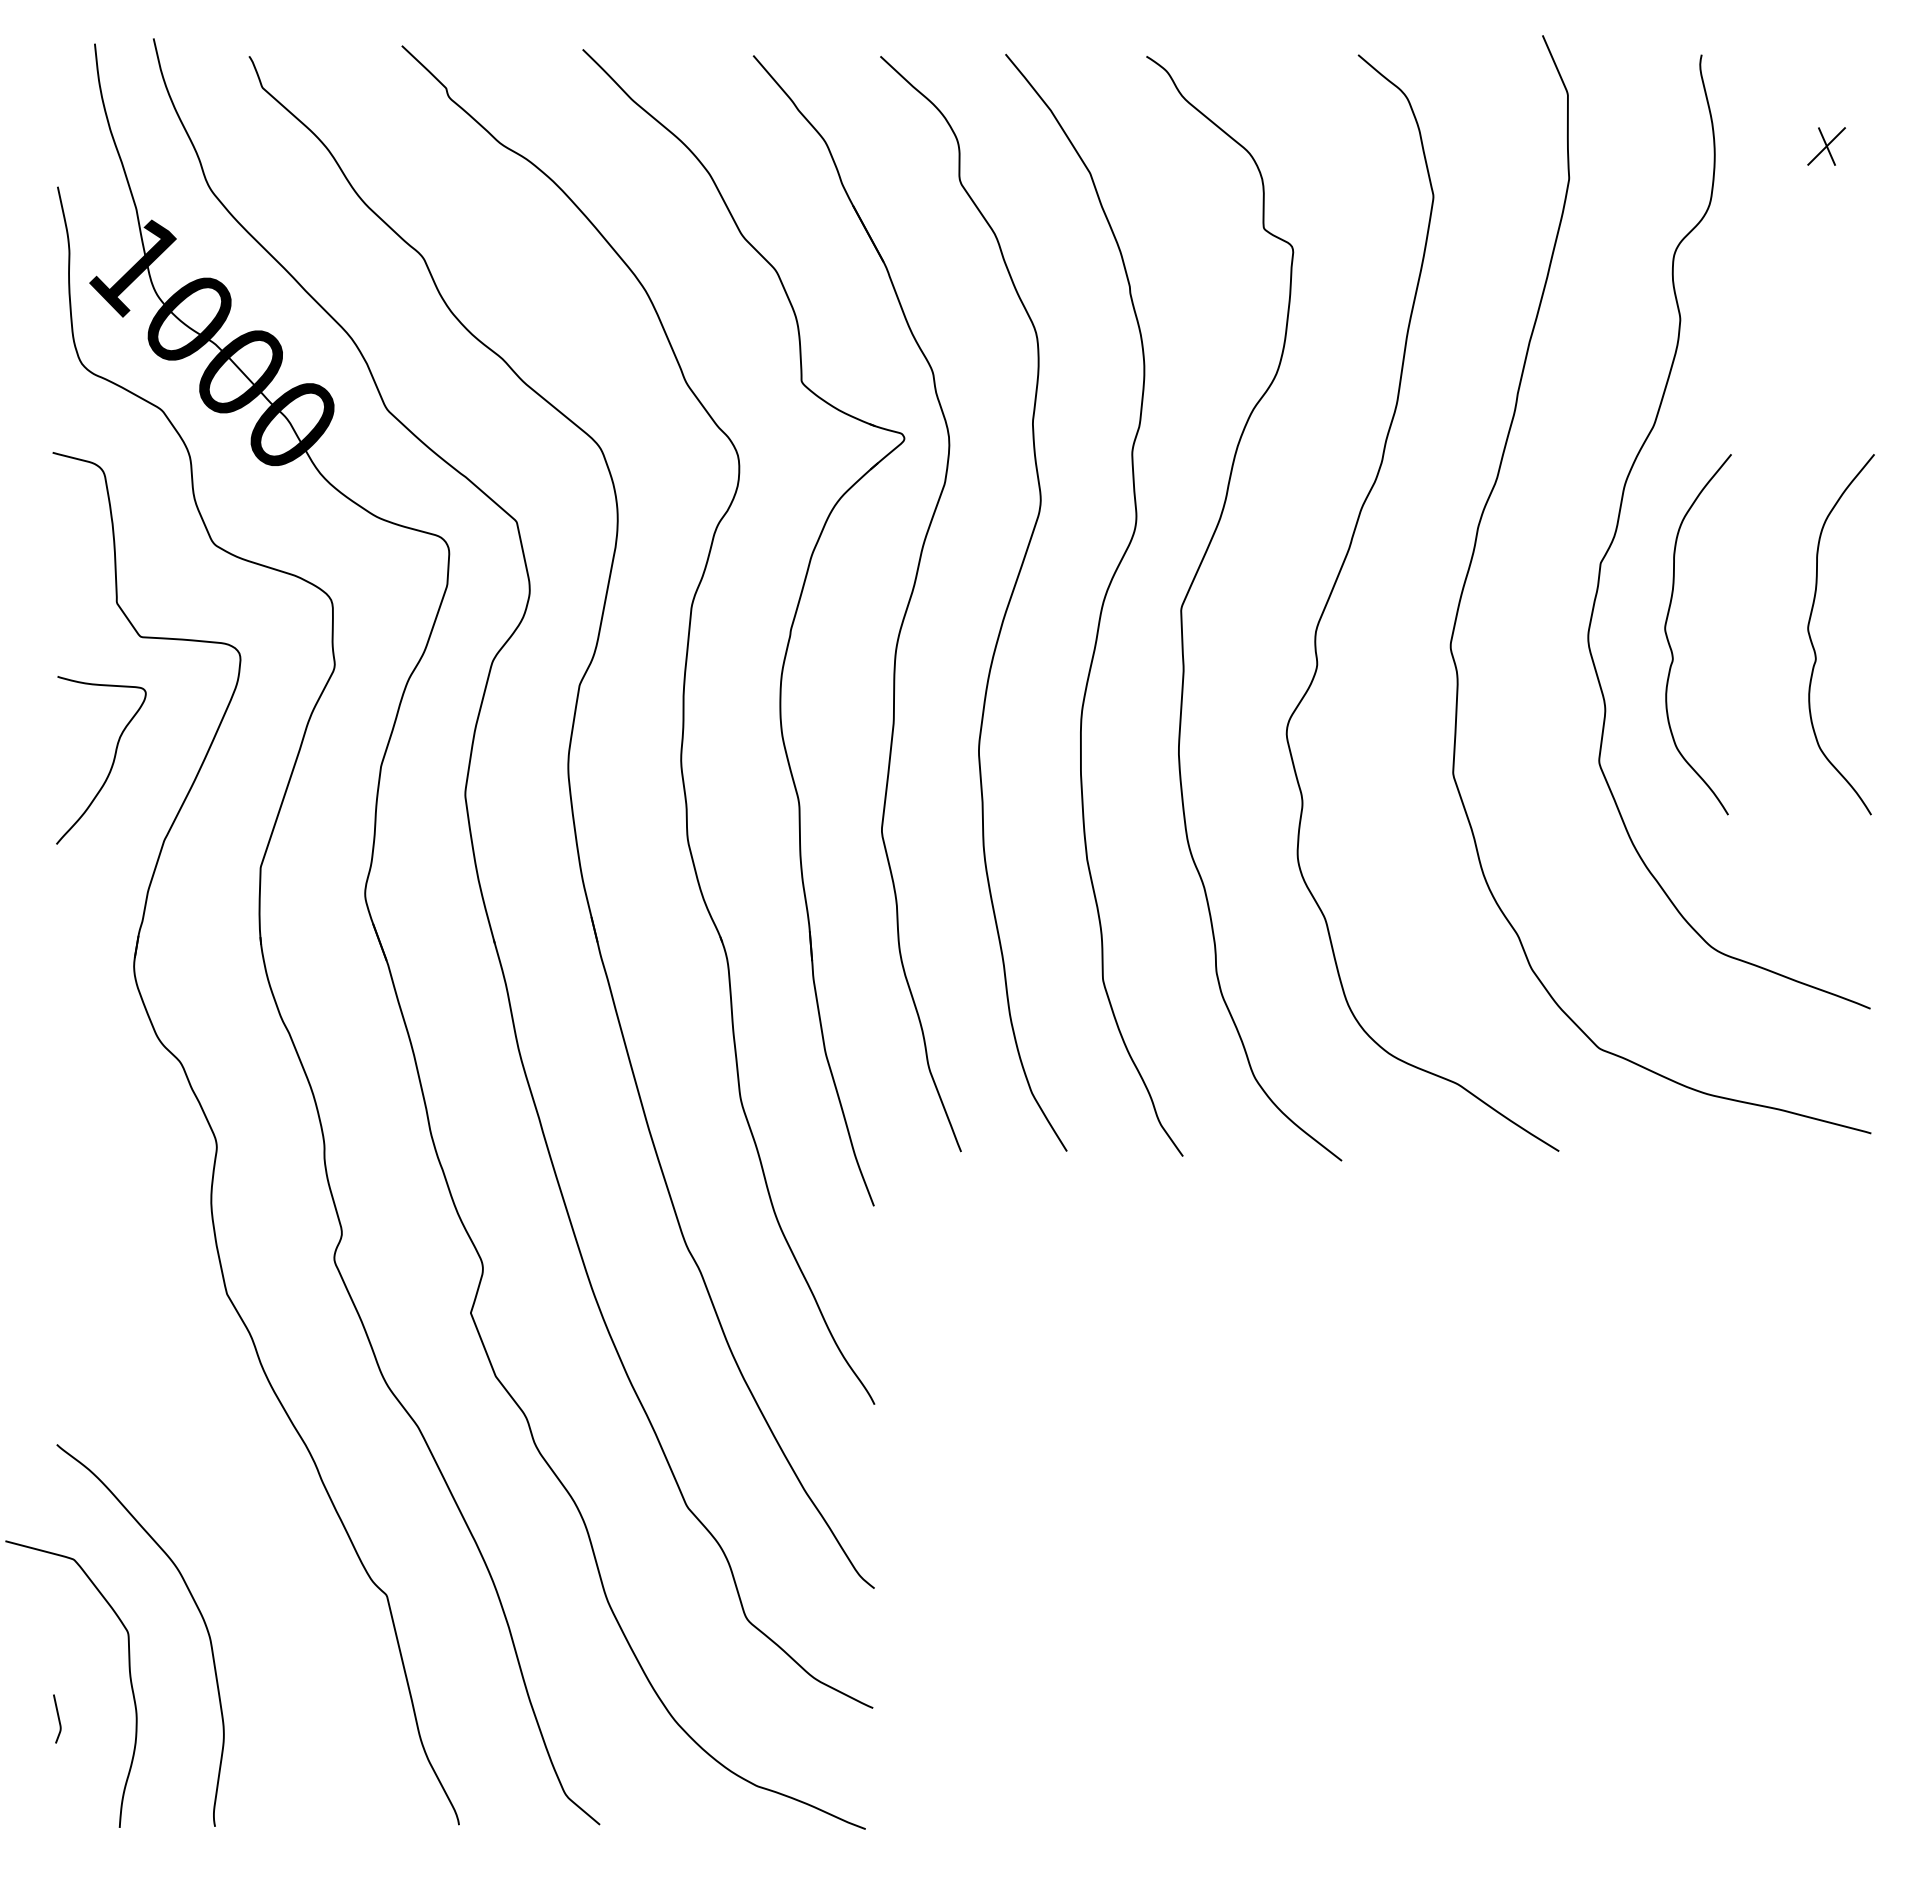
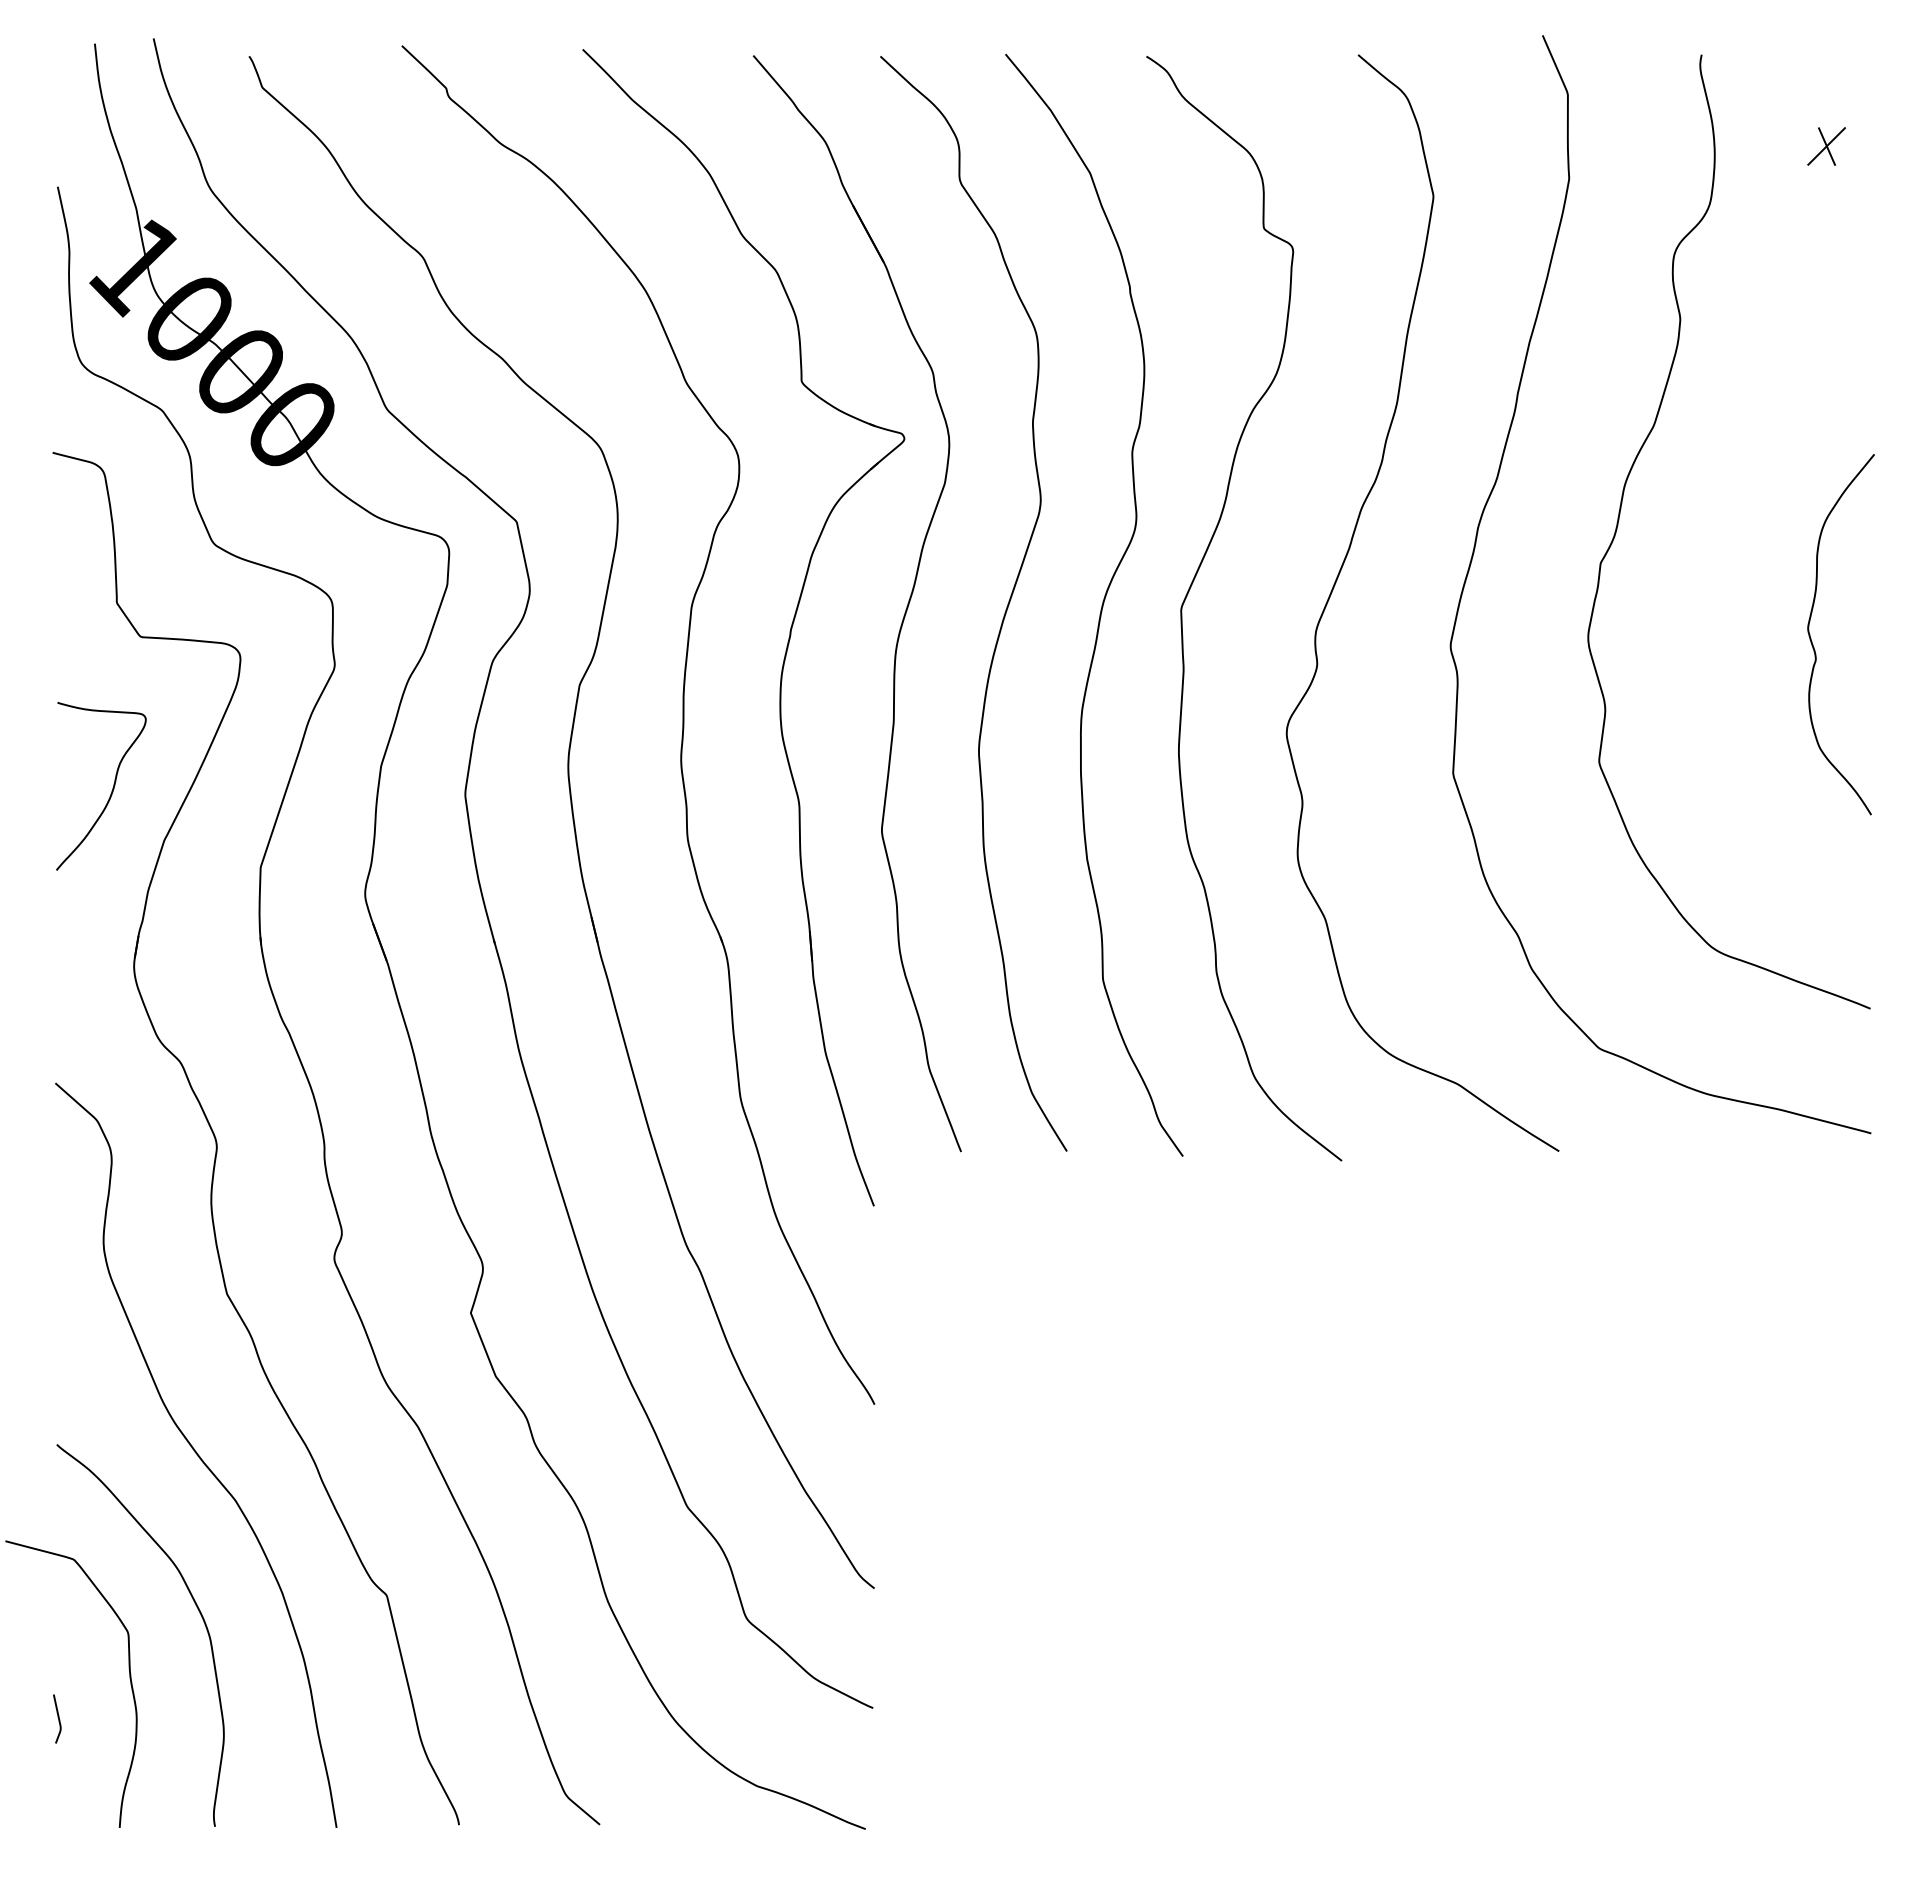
curve at (1670, 644): present -> none
curve at (111, 764) position: (111, 764) -> (111, 790)
curve at (196, 1454): none -> present
